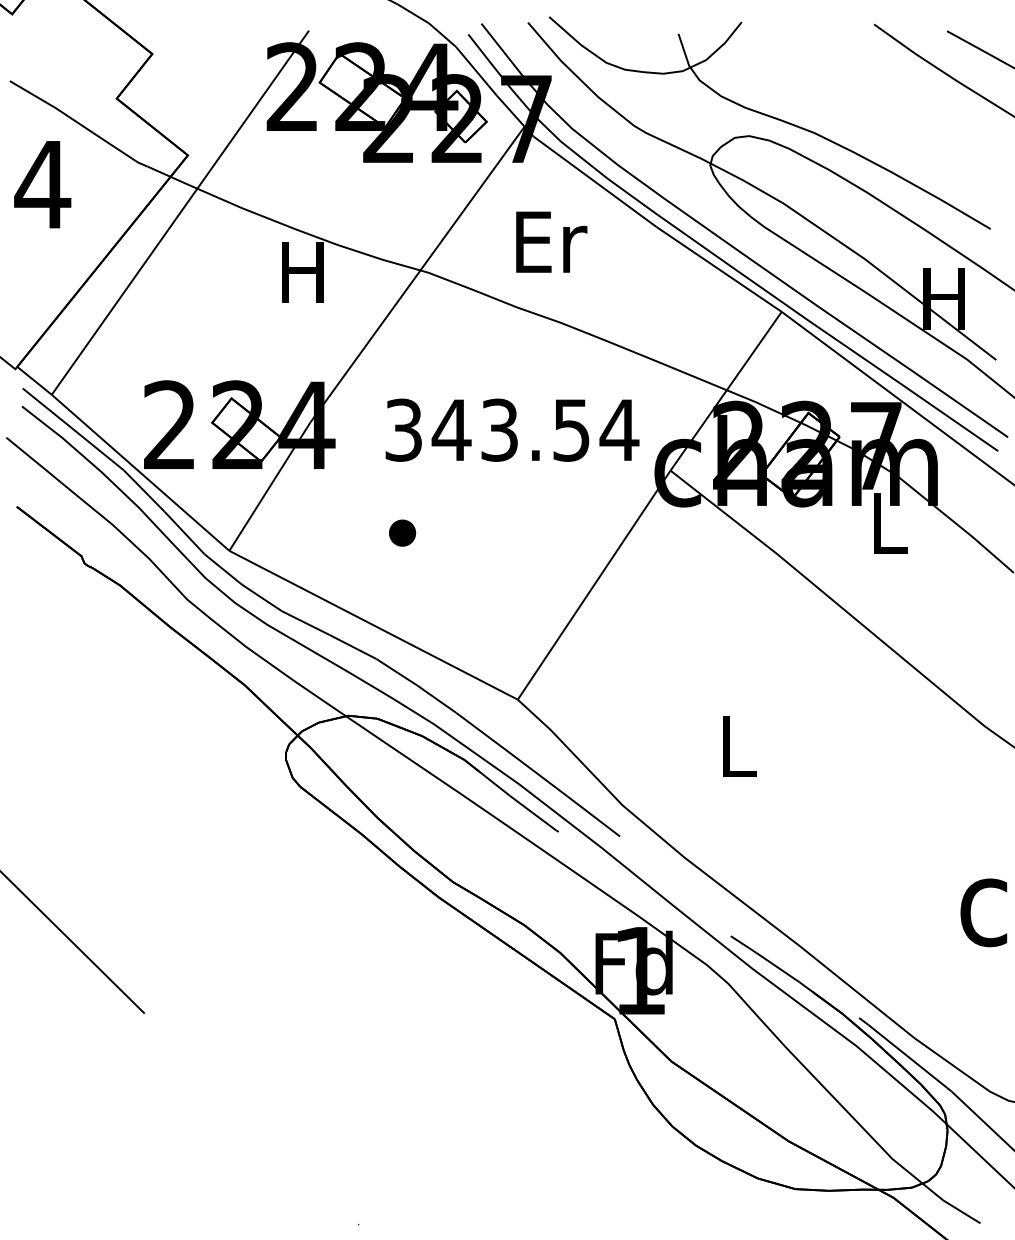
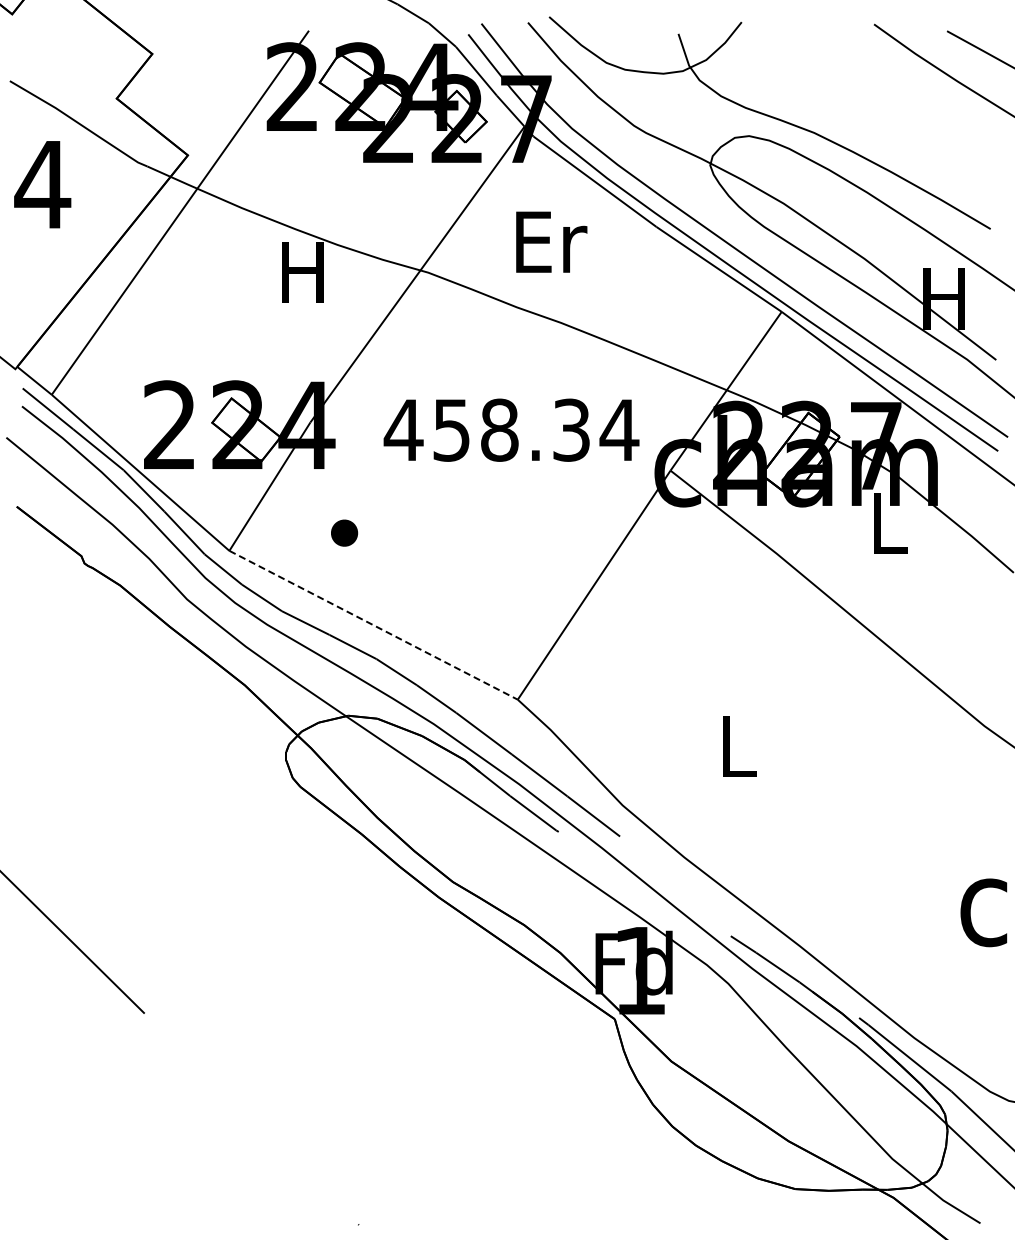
text at (486, 429): 343.54 -> 458.34
part at (402, 532) position: (402, 532) -> (344, 532)
line at (374, 625): solid -> dashed
